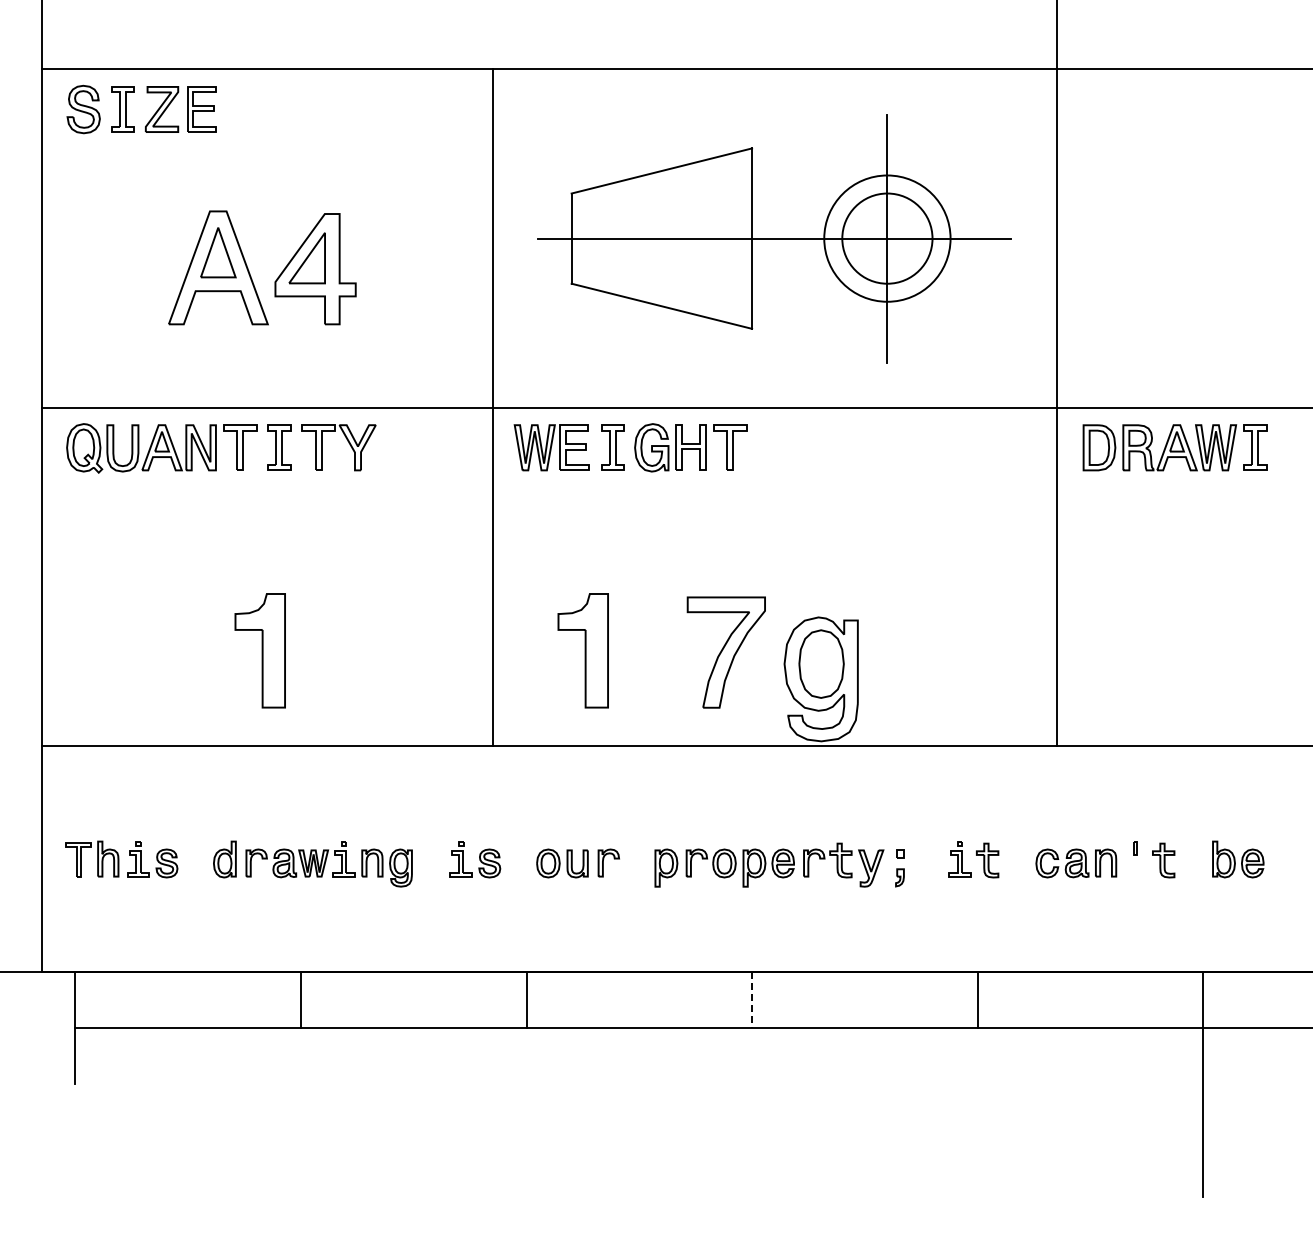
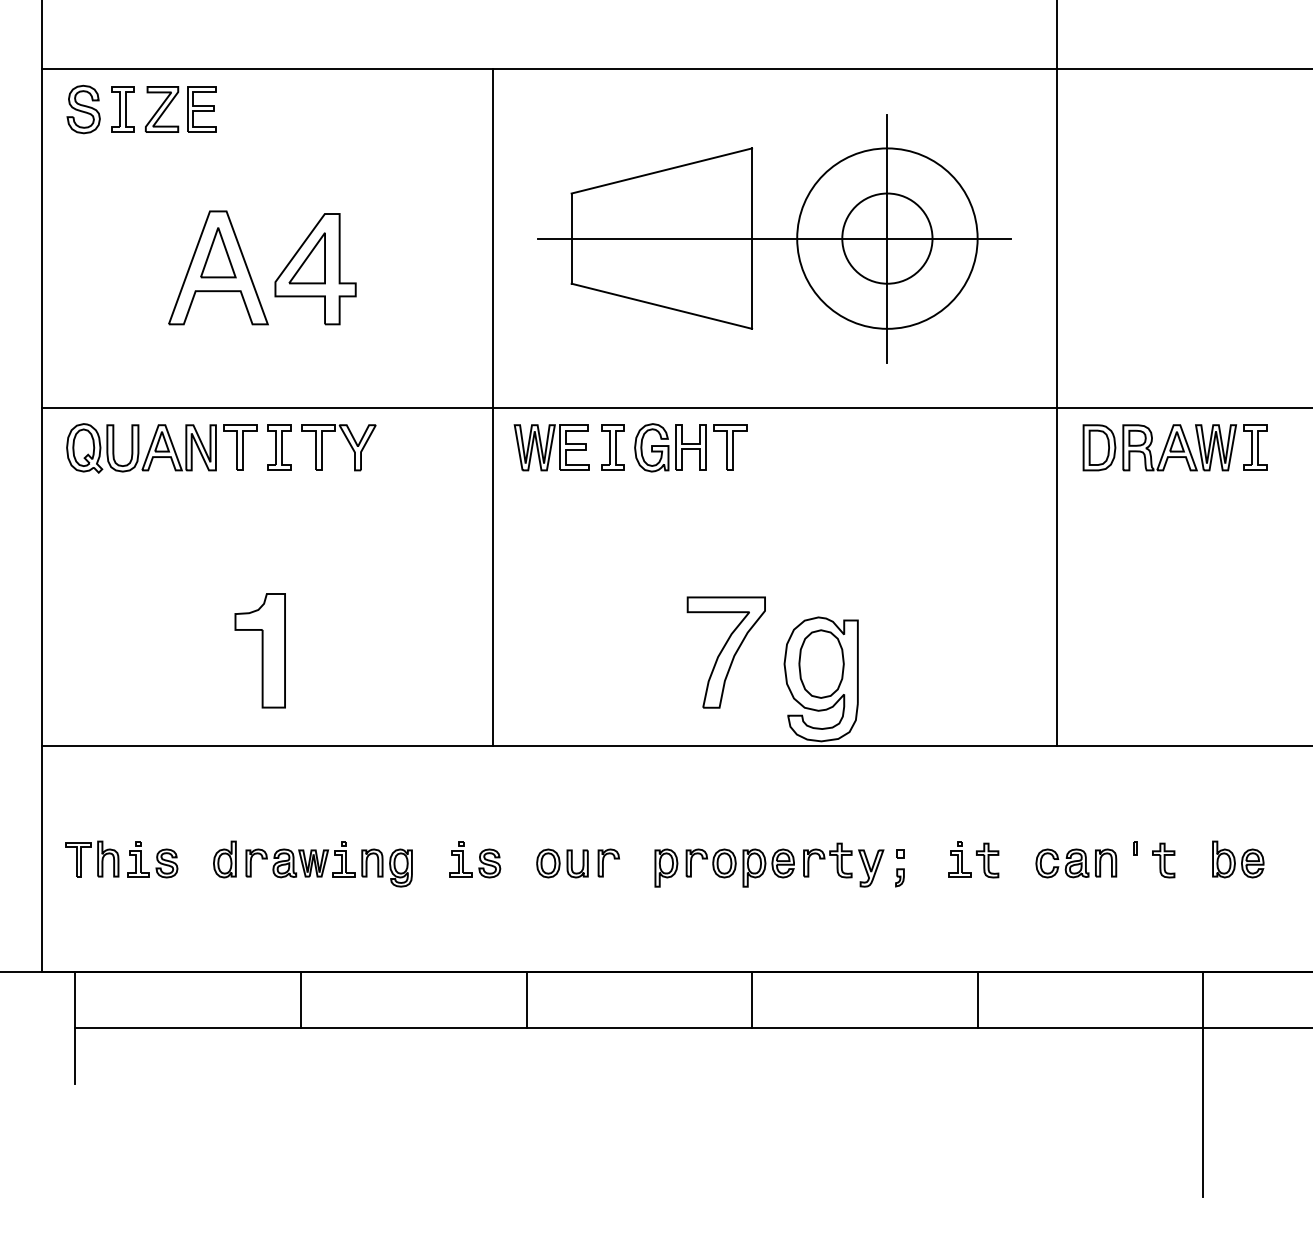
circle at (887, 238) diameter: 126 px -> 180 px
part at (582, 650): present -> none
line at (752, 1000): dashed -> solid
